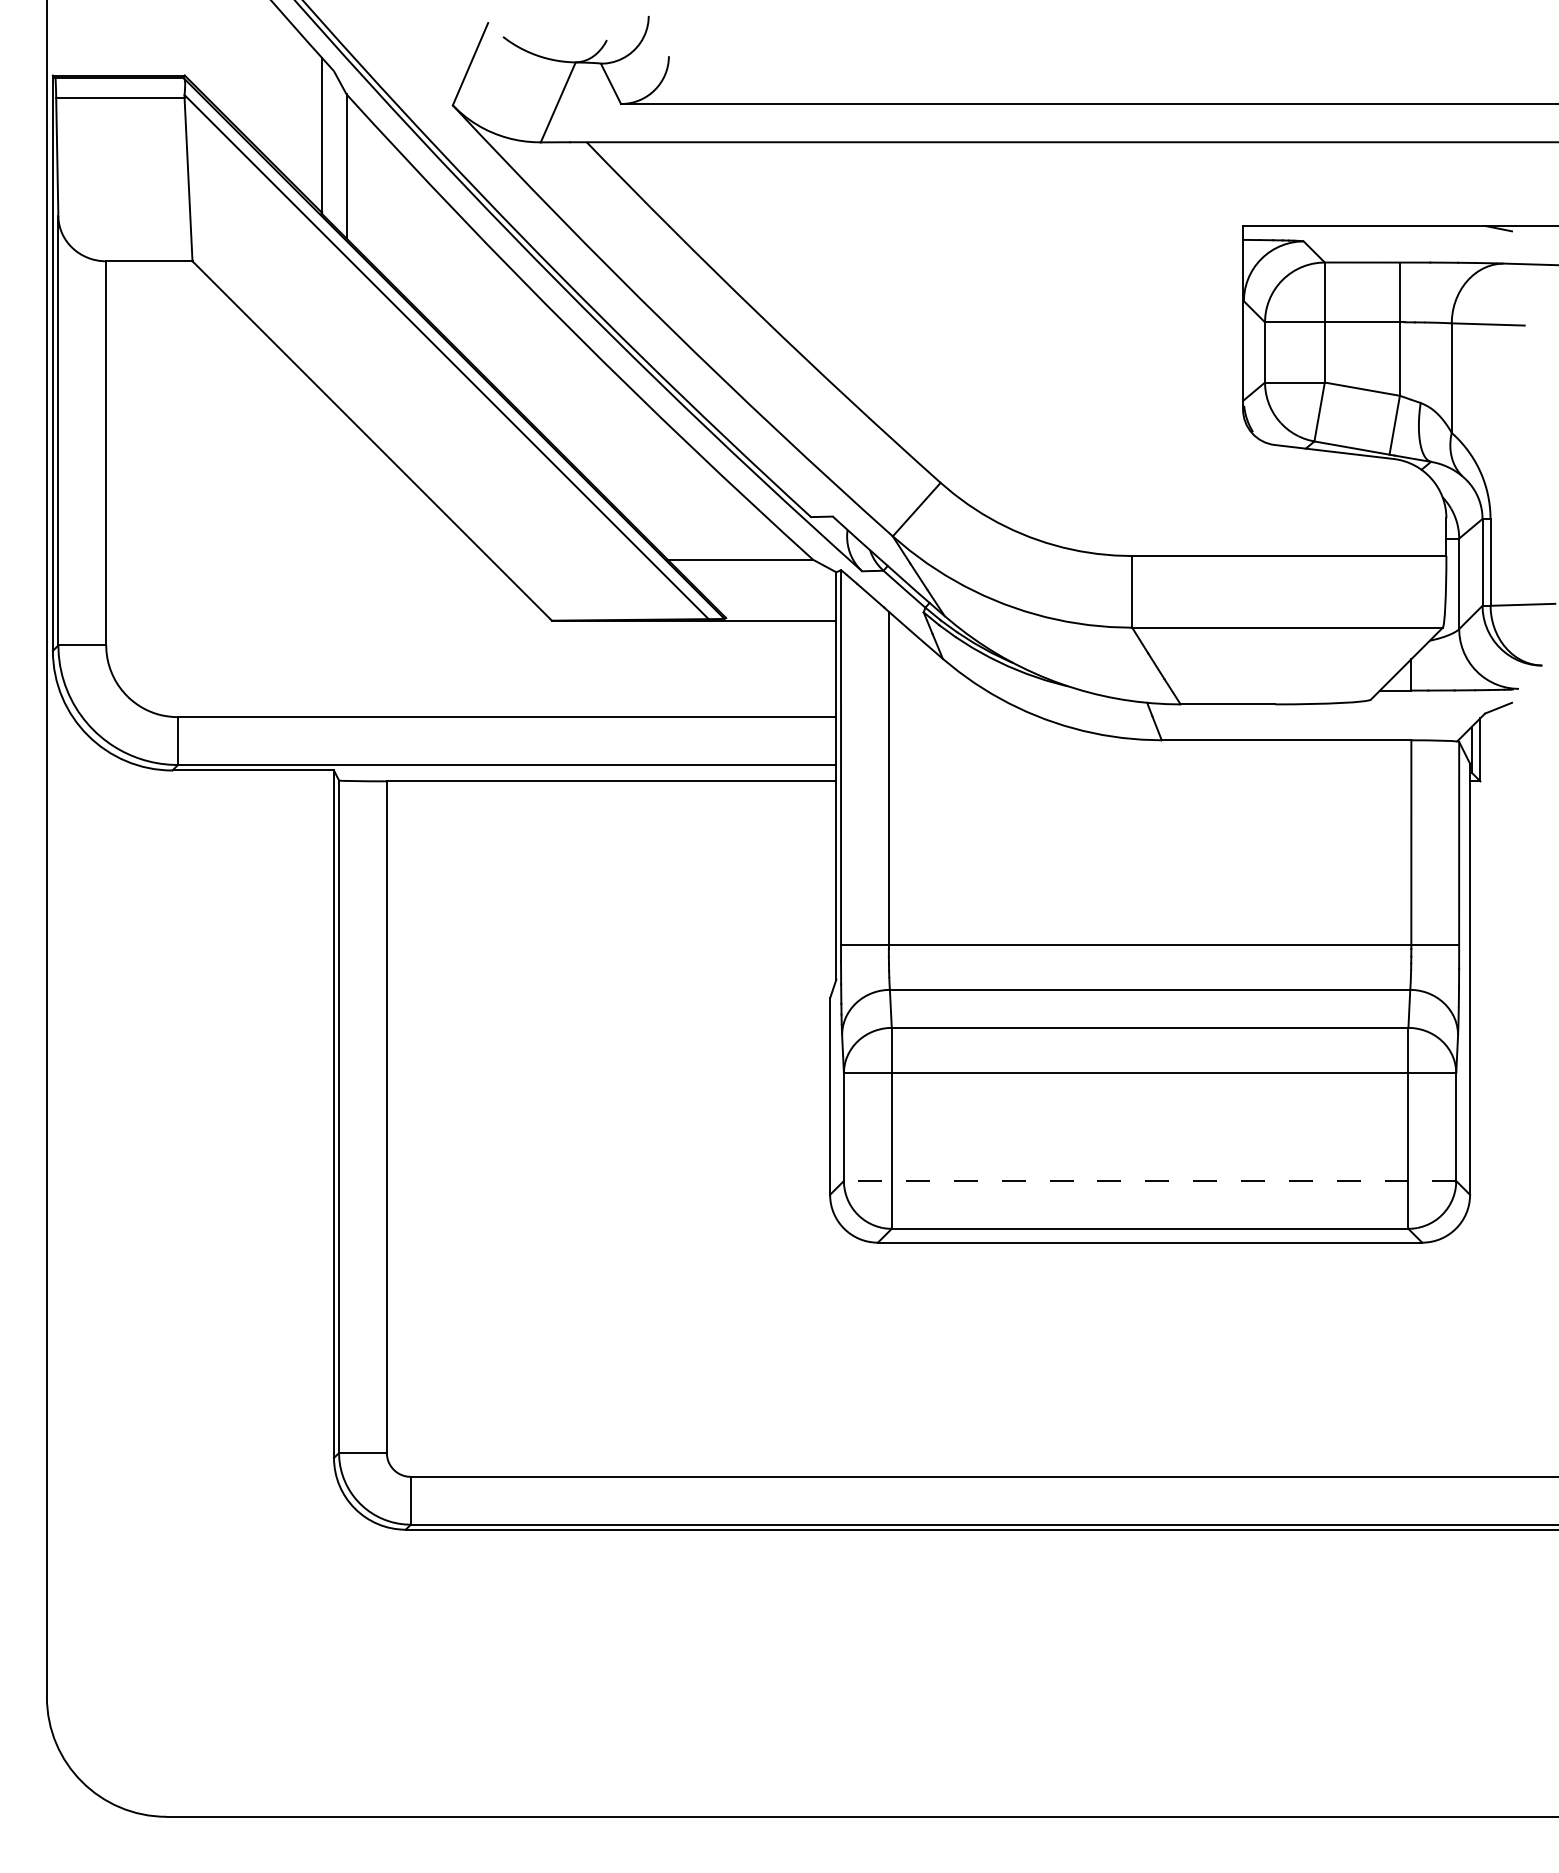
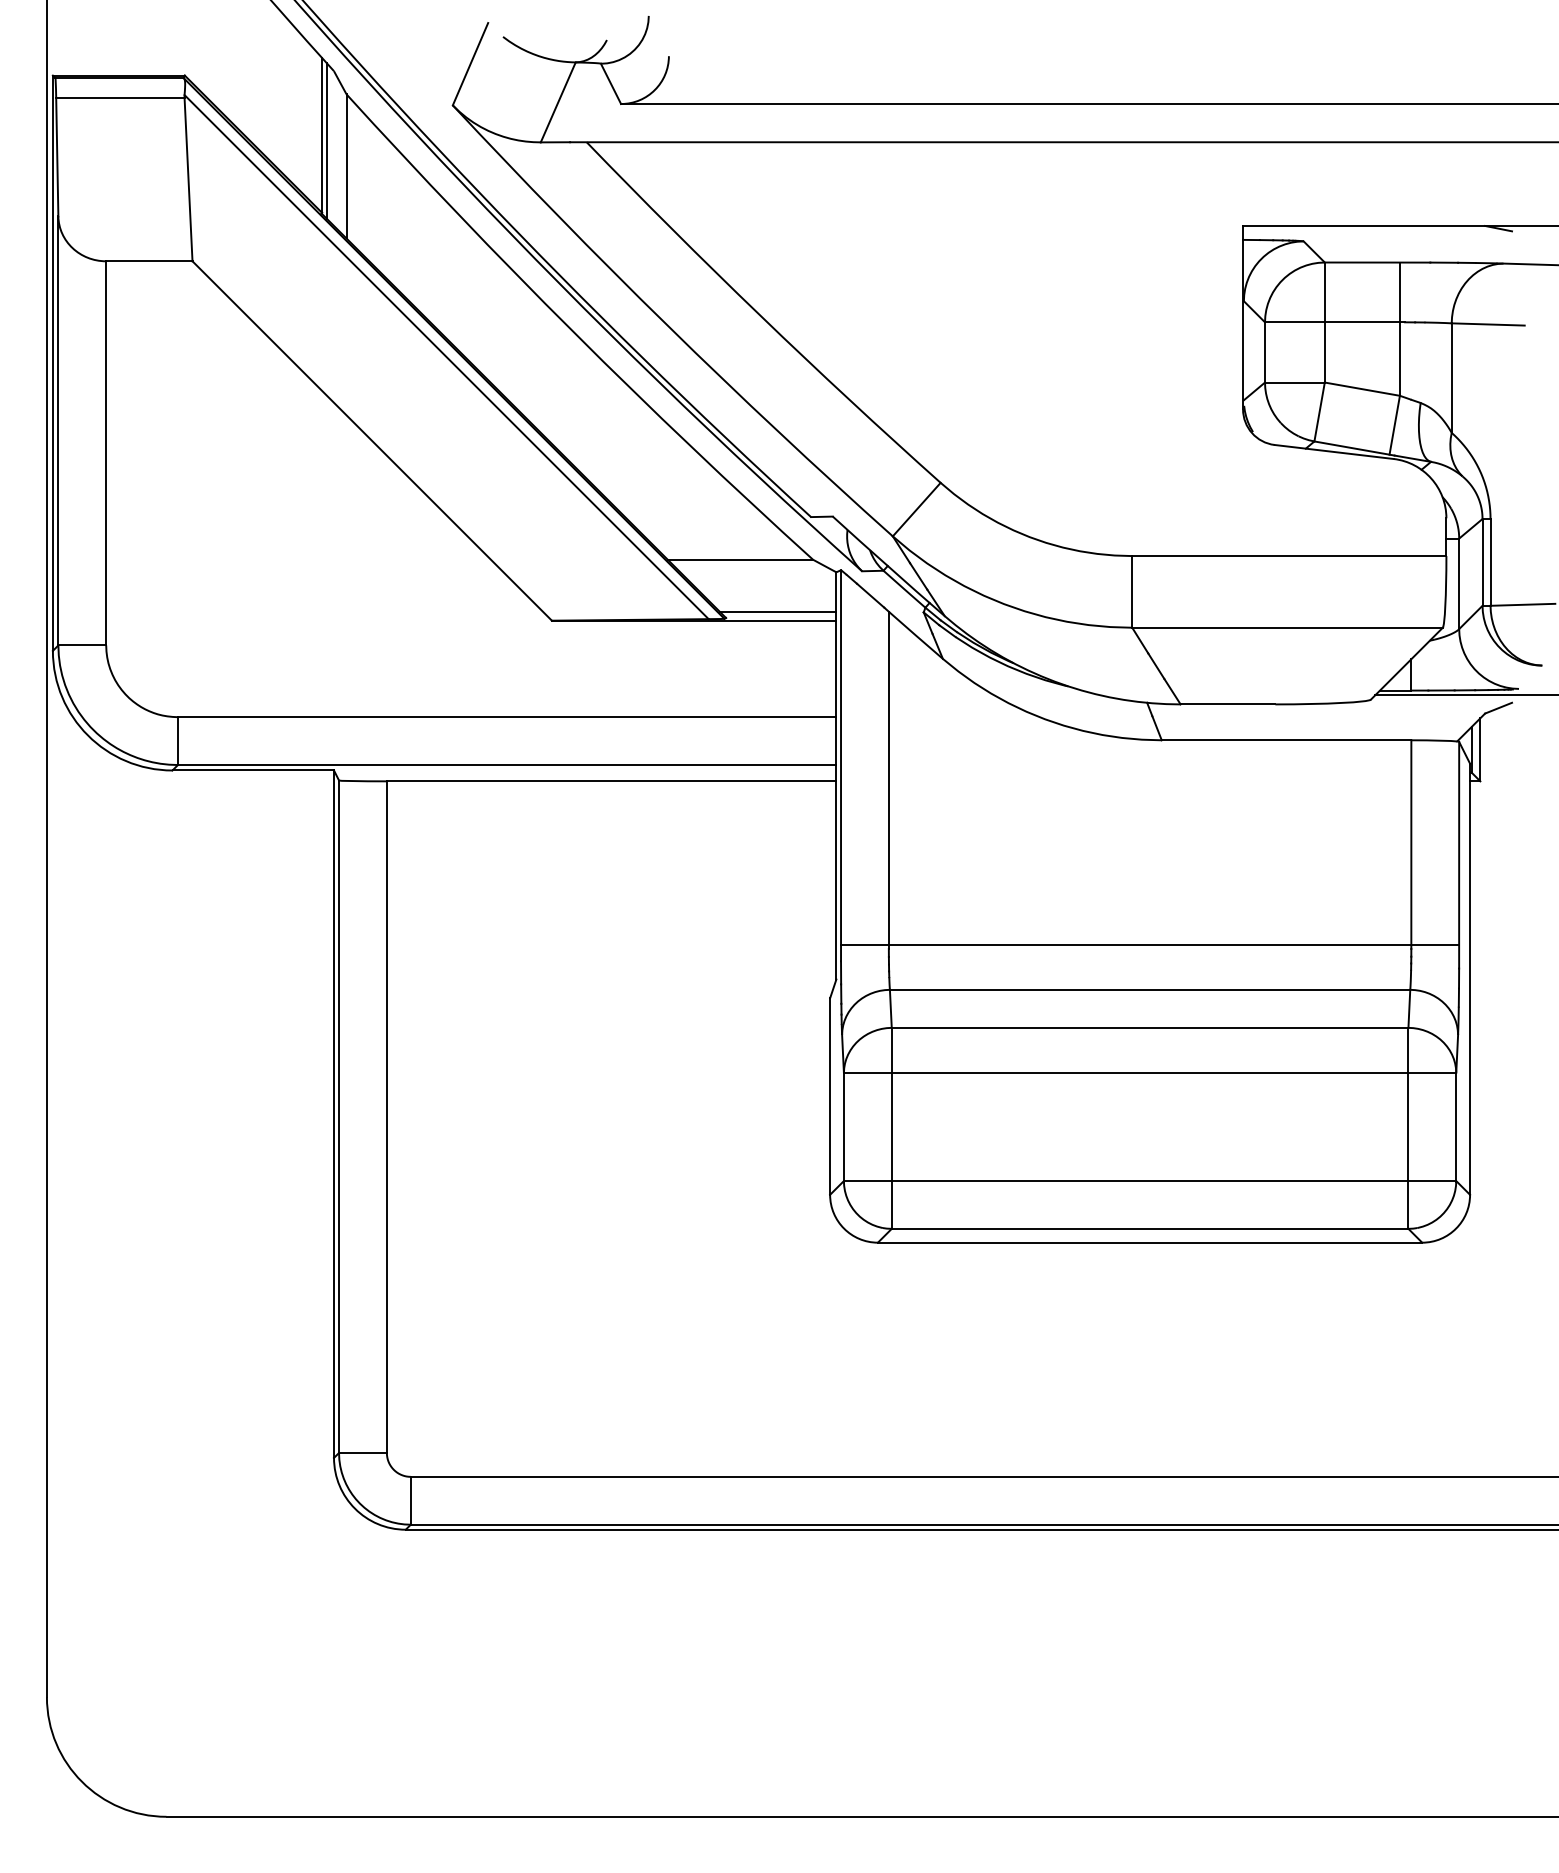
line at (327, 141): none -> present
line at (778, 612): none -> present
line at (1465, 695): none -> present
line at (1149, 1181): dashed -> solid
